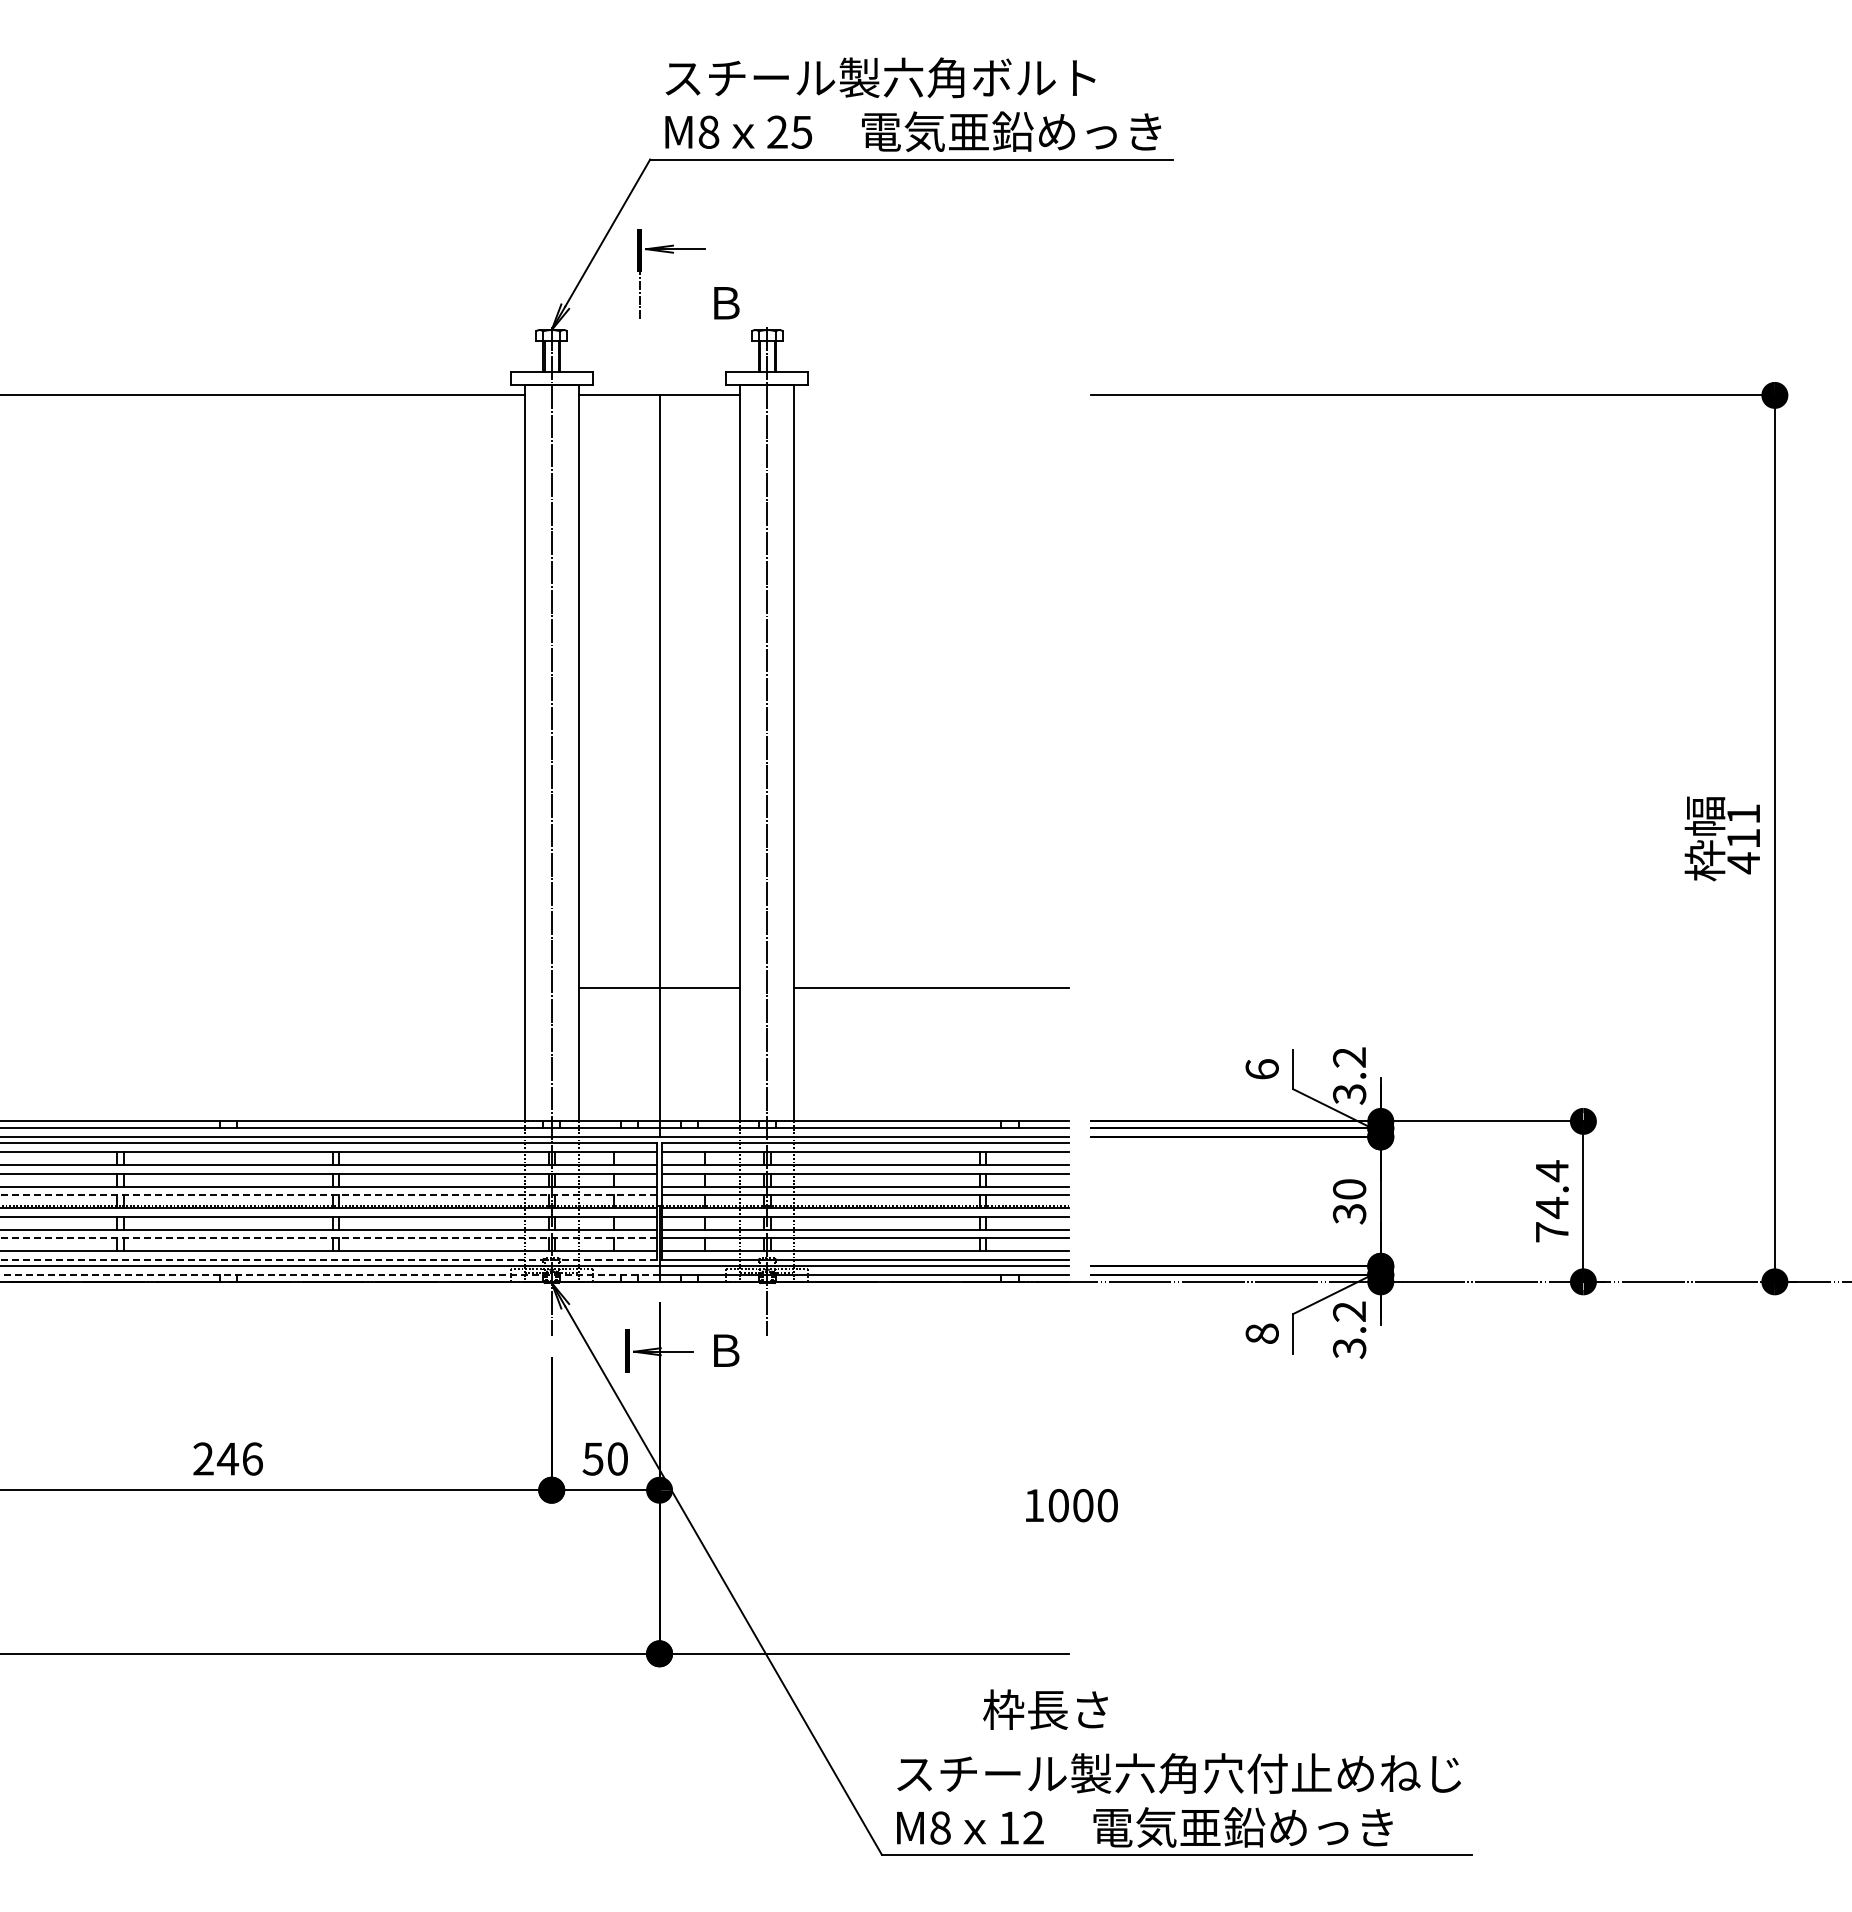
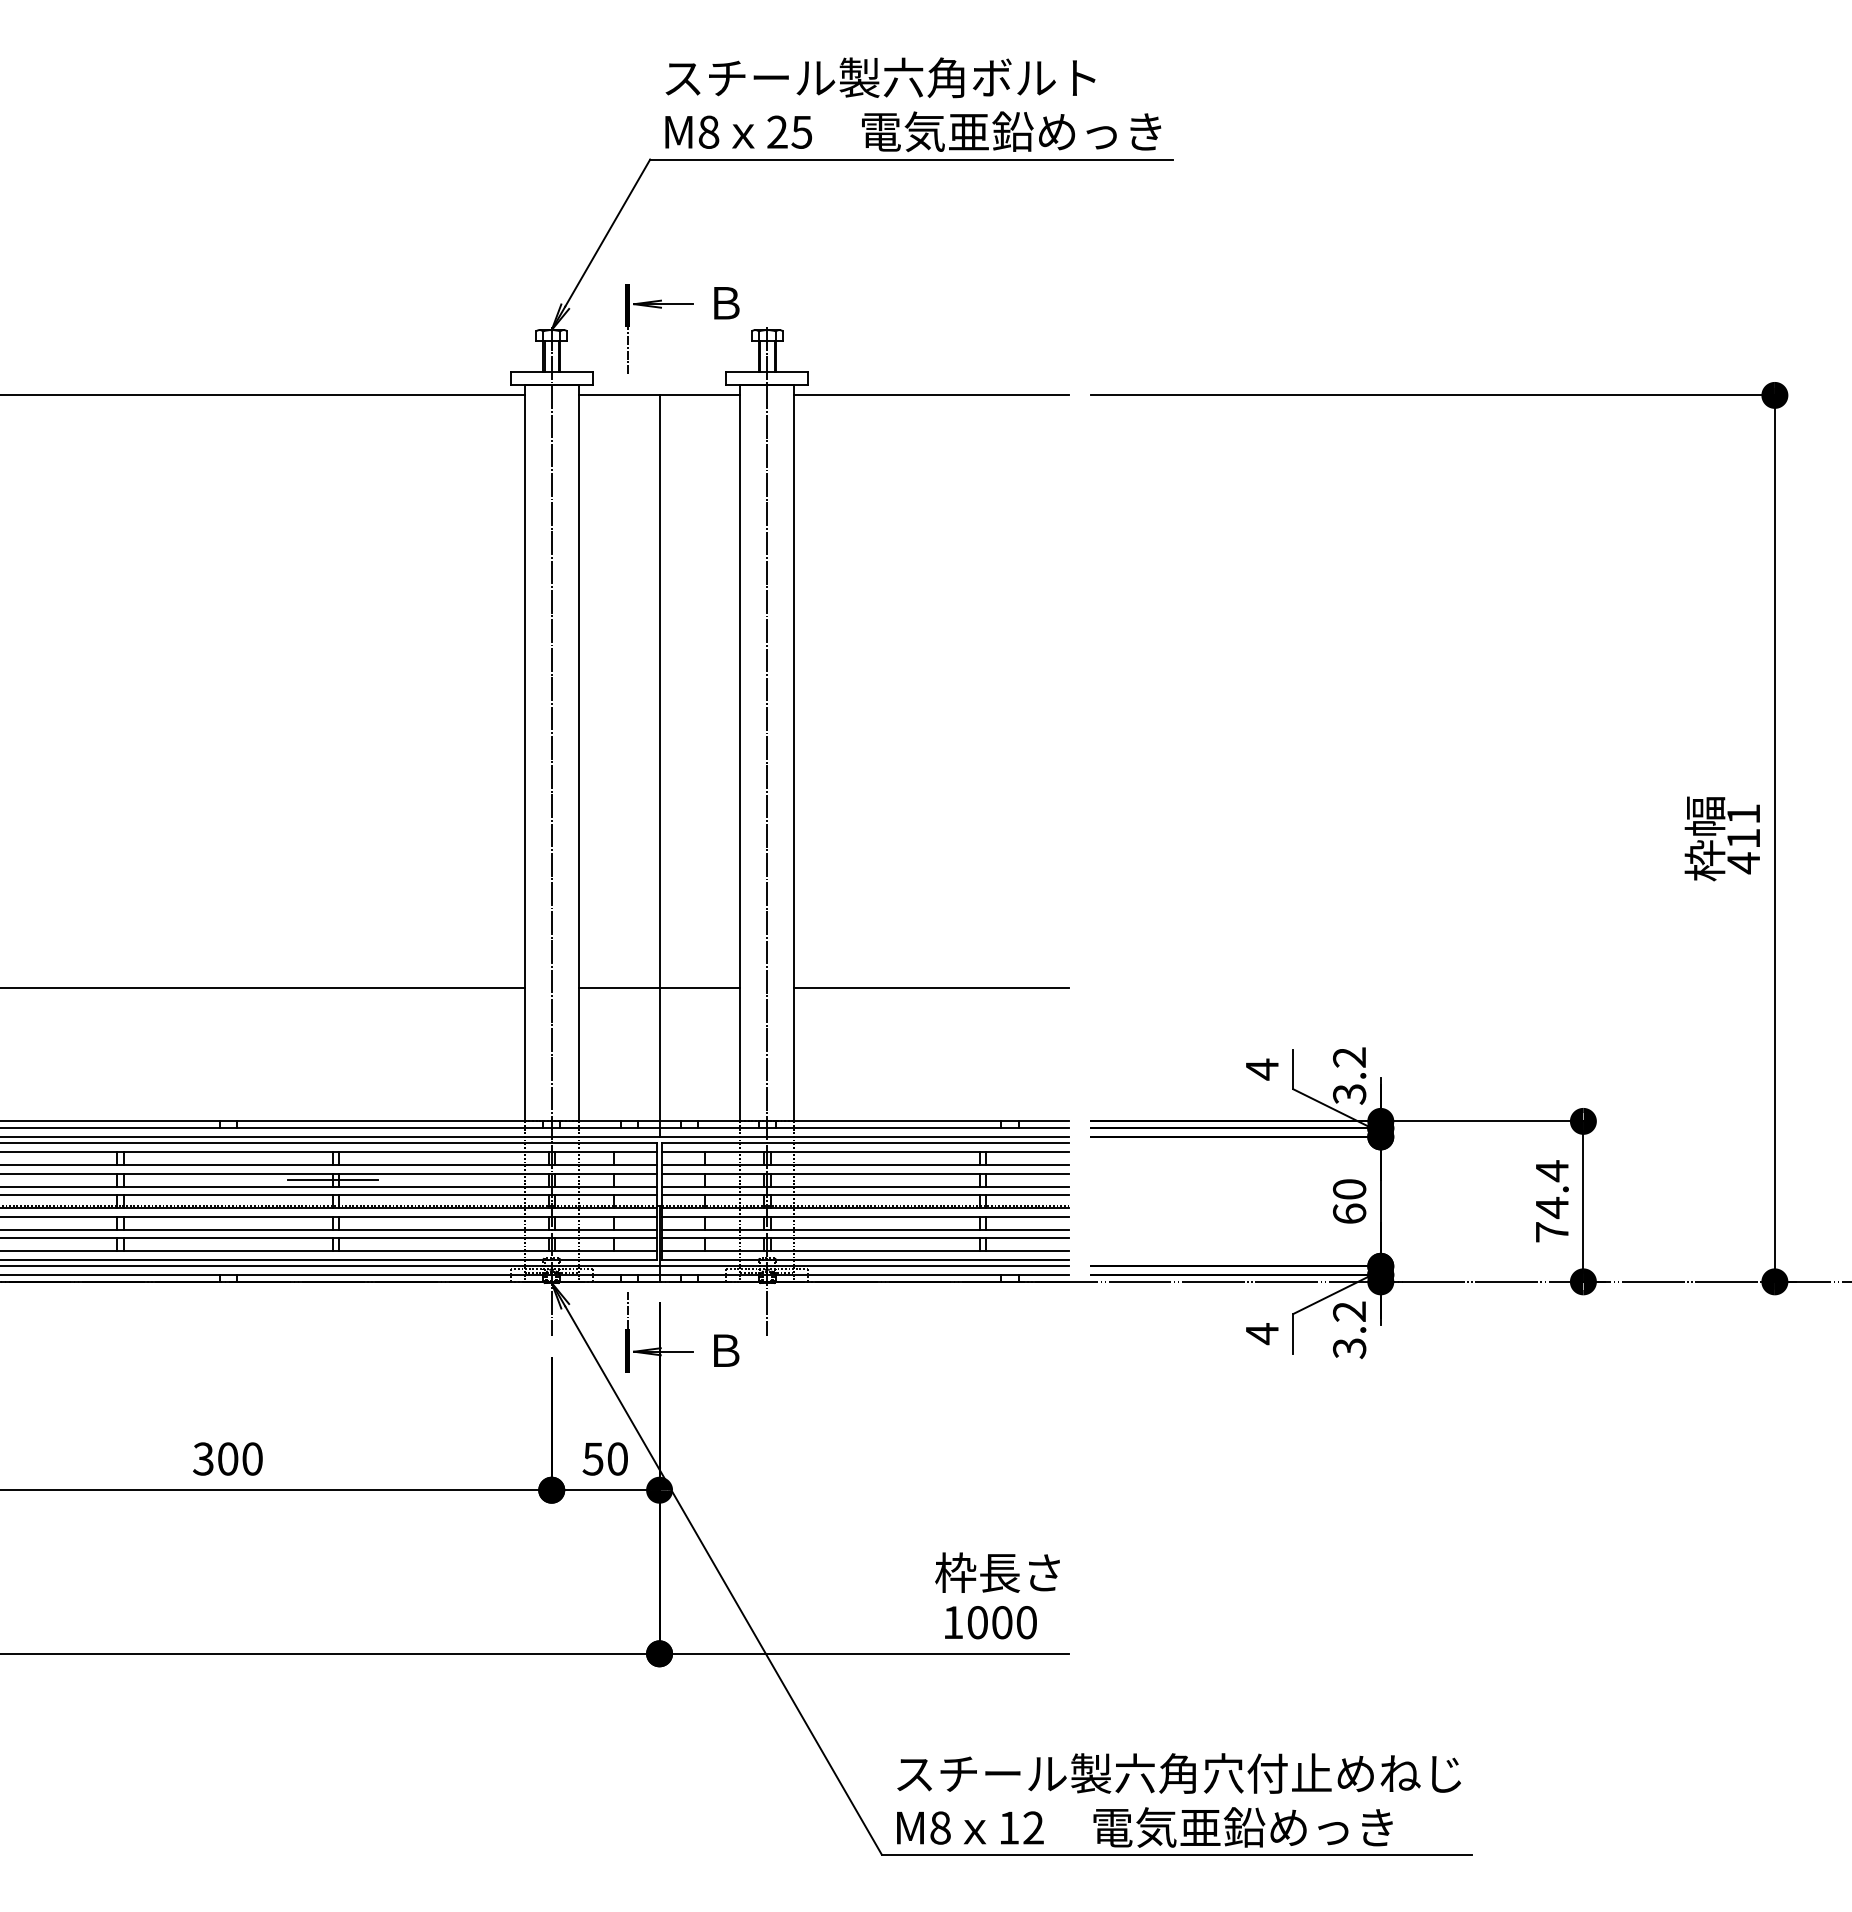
part at (671, 253) position: (671, 253) -> (659, 308)
line at (931, 395): none -> present
line at (263, 988): none -> present
text at (1261, 1069): 6 -> 4
line at (332, 1180): none -> present
line at (328, 1195): dashed -> solid
text at (1349, 1213): 30 -> 60
line at (328, 1238): dashed -> solid
line at (328, 1259): dashed -> solid
line at (329, 1274): dashed -> solid
line at (627, 1310): none -> present
text at (1261, 1334): 8 -> 4
text at (227, 1458): 246 -> 300
text at (1071, 1505) position: (1071, 1505) -> (990, 1622)
text at (1045, 1709) position: (1045, 1709) -> (997, 1572)
